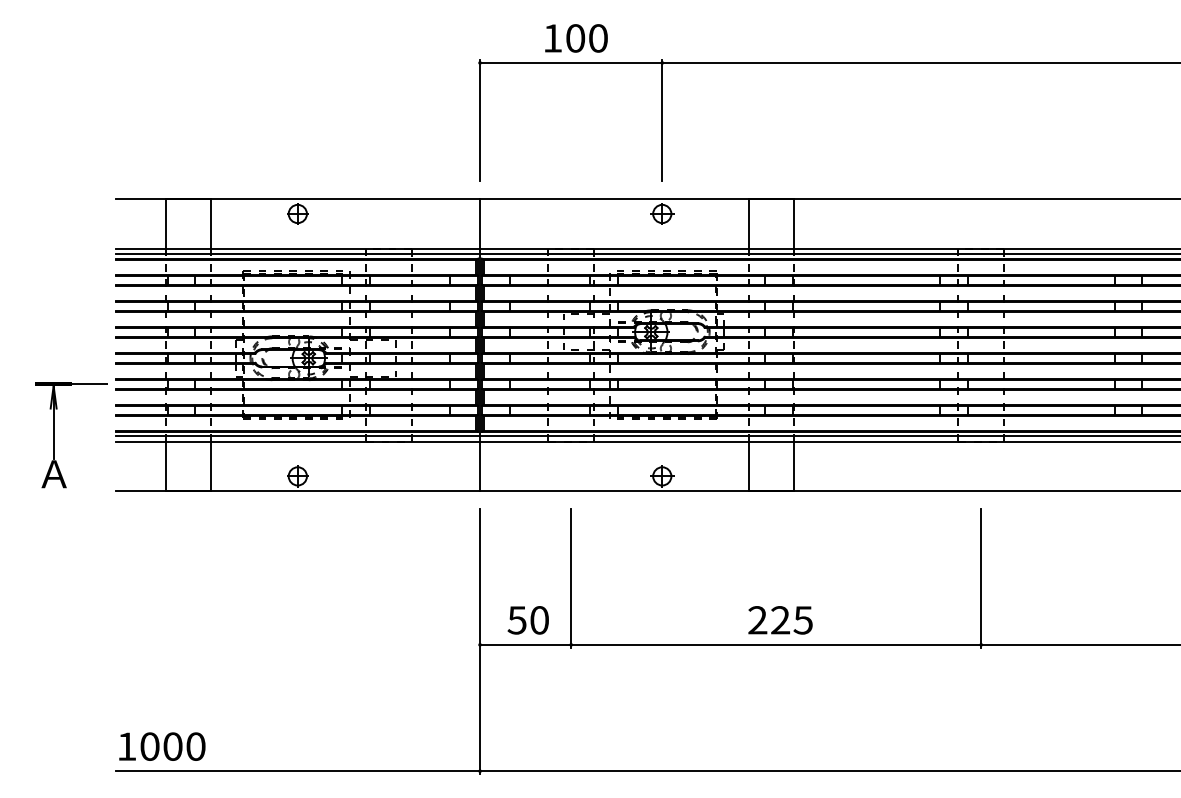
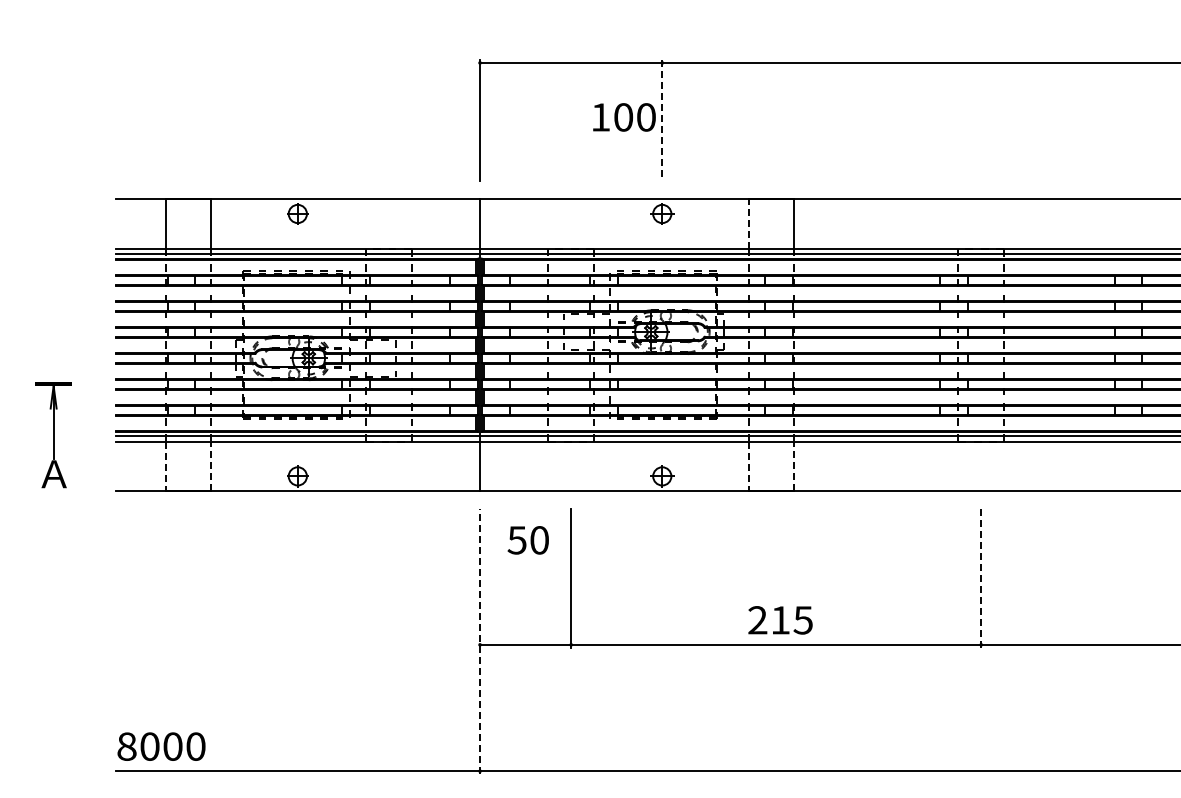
text at (576, 38) position: (576, 38) -> (624, 117)
line at (662, 121): solid -> dashed
line at (748, 224): solid -> dashed
line at (89, 384): present -> none
line at (165, 466): solid -> dashed
line at (211, 466): solid -> dashed
line at (748, 466): solid -> dashed
line at (794, 466): solid -> dashed
line at (981, 577): solid -> dashed
text at (527, 620) position: (527, 620) -> (527, 540)
text at (780, 620): 225 -> 215
line at (480, 641): solid -> dashed
text at (126, 746): 1000 -> 8000
